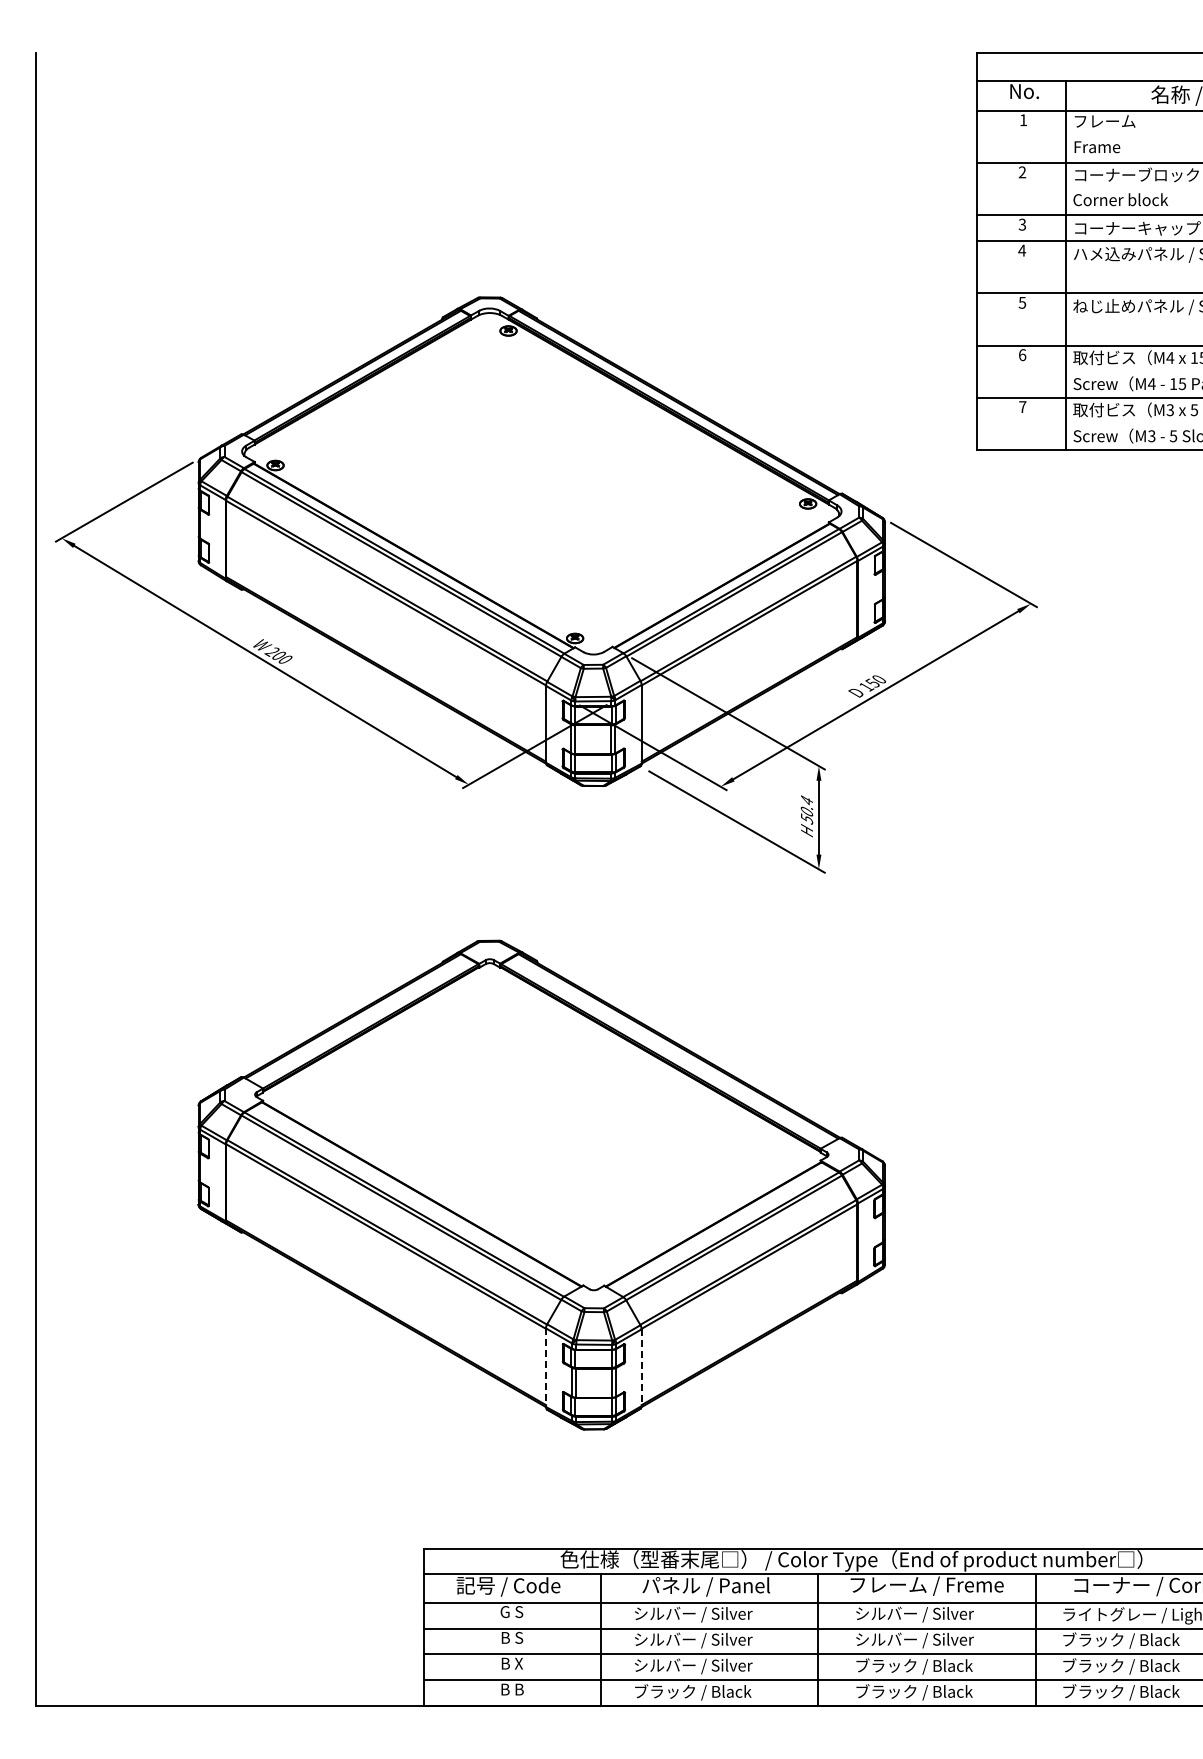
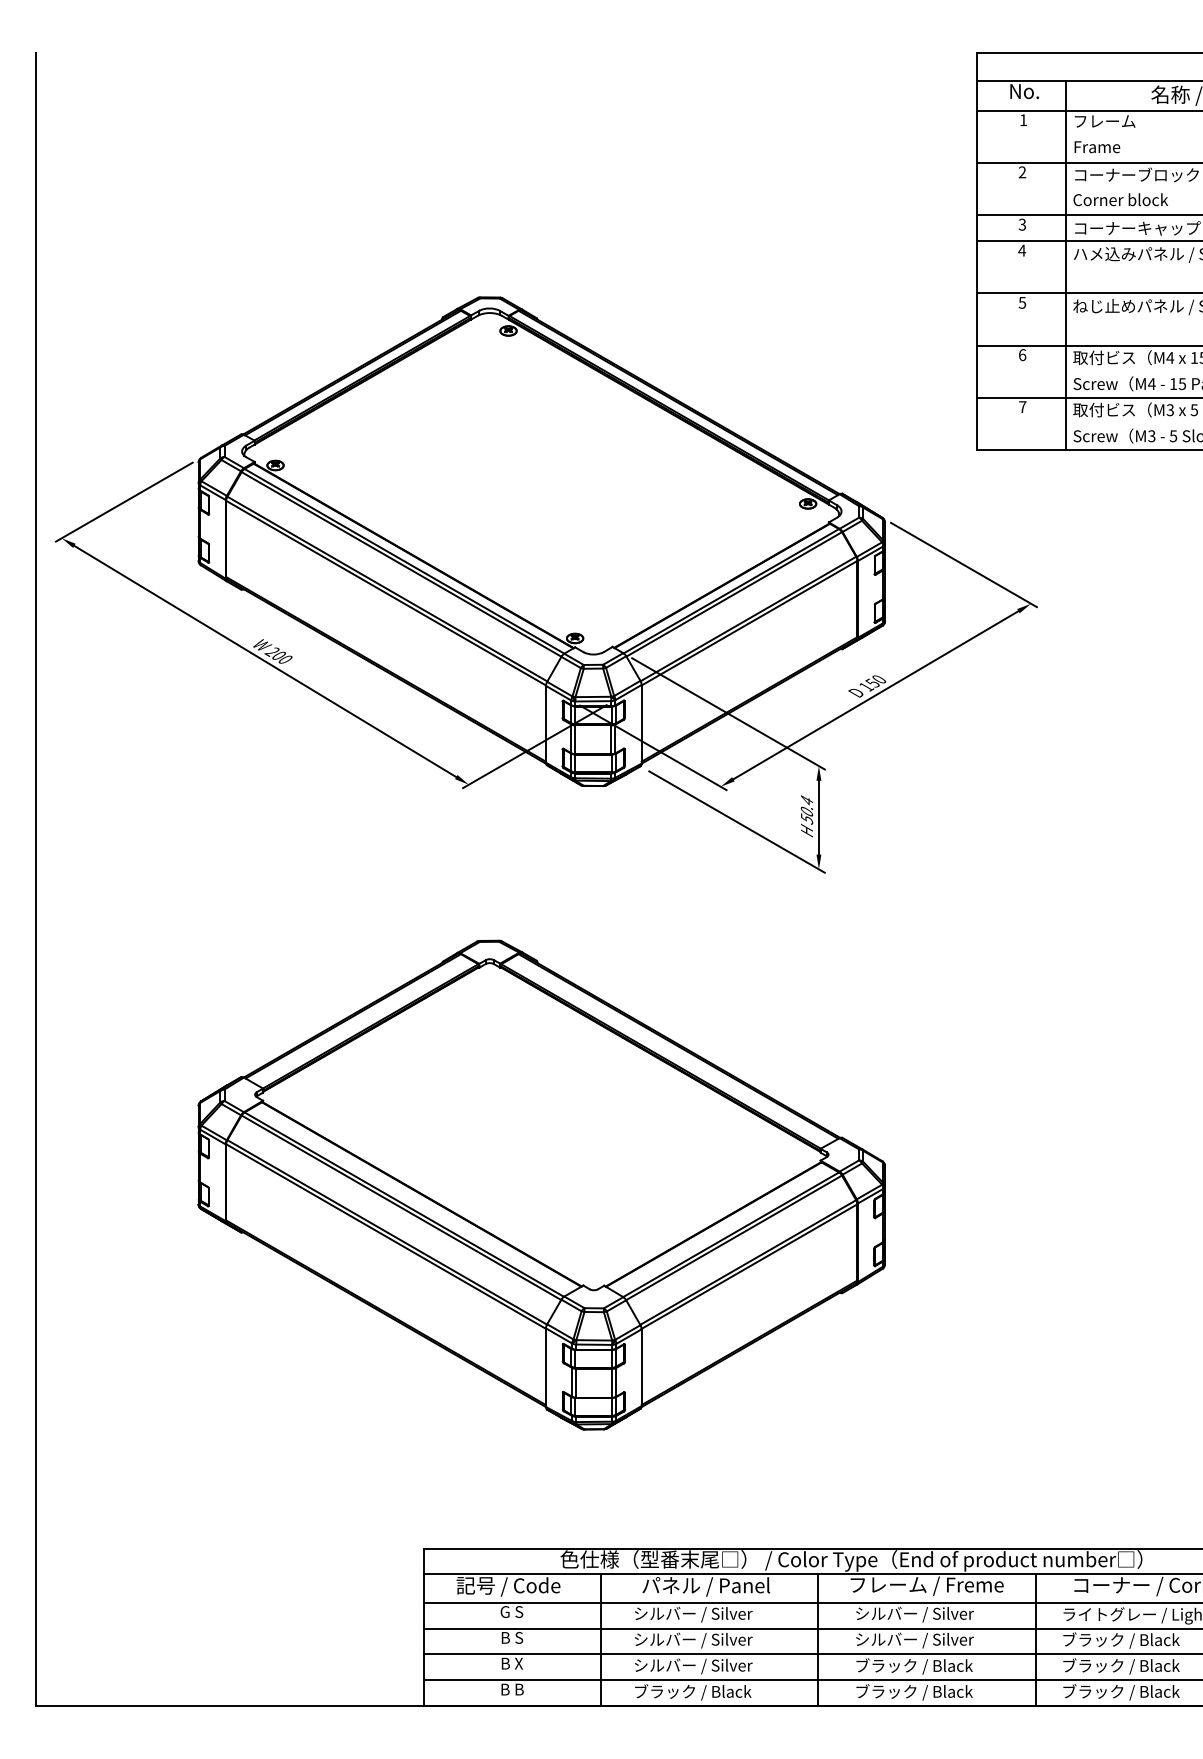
line at (545, 1368): dashed -> solid
line at (641, 1368): dashed -> solid
